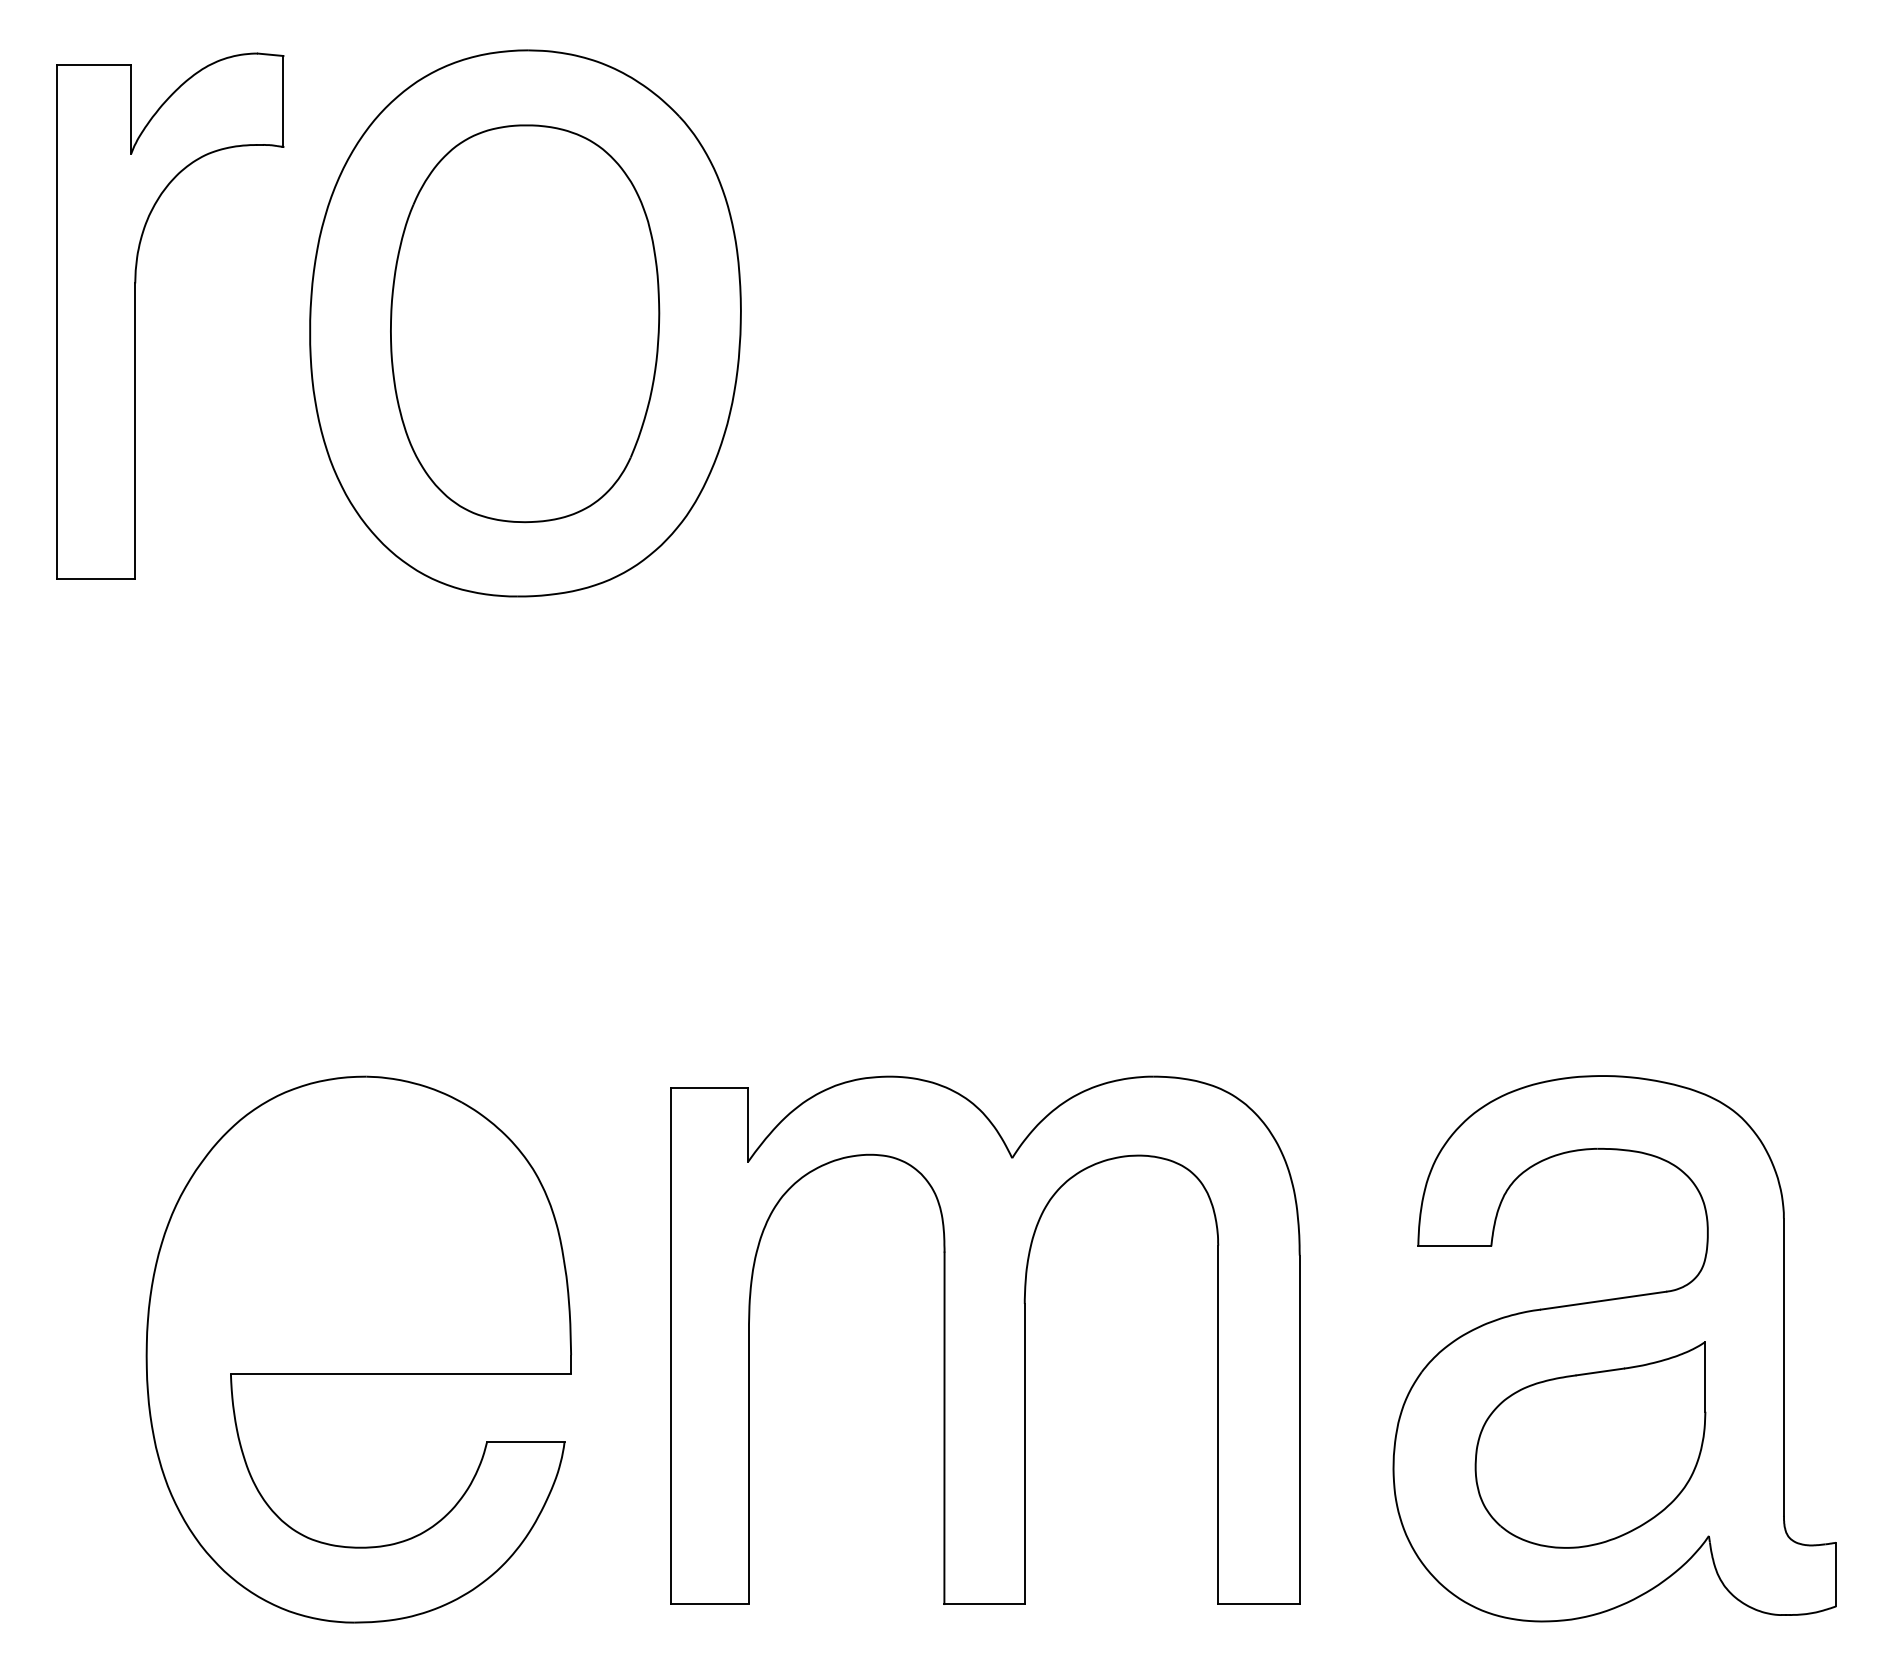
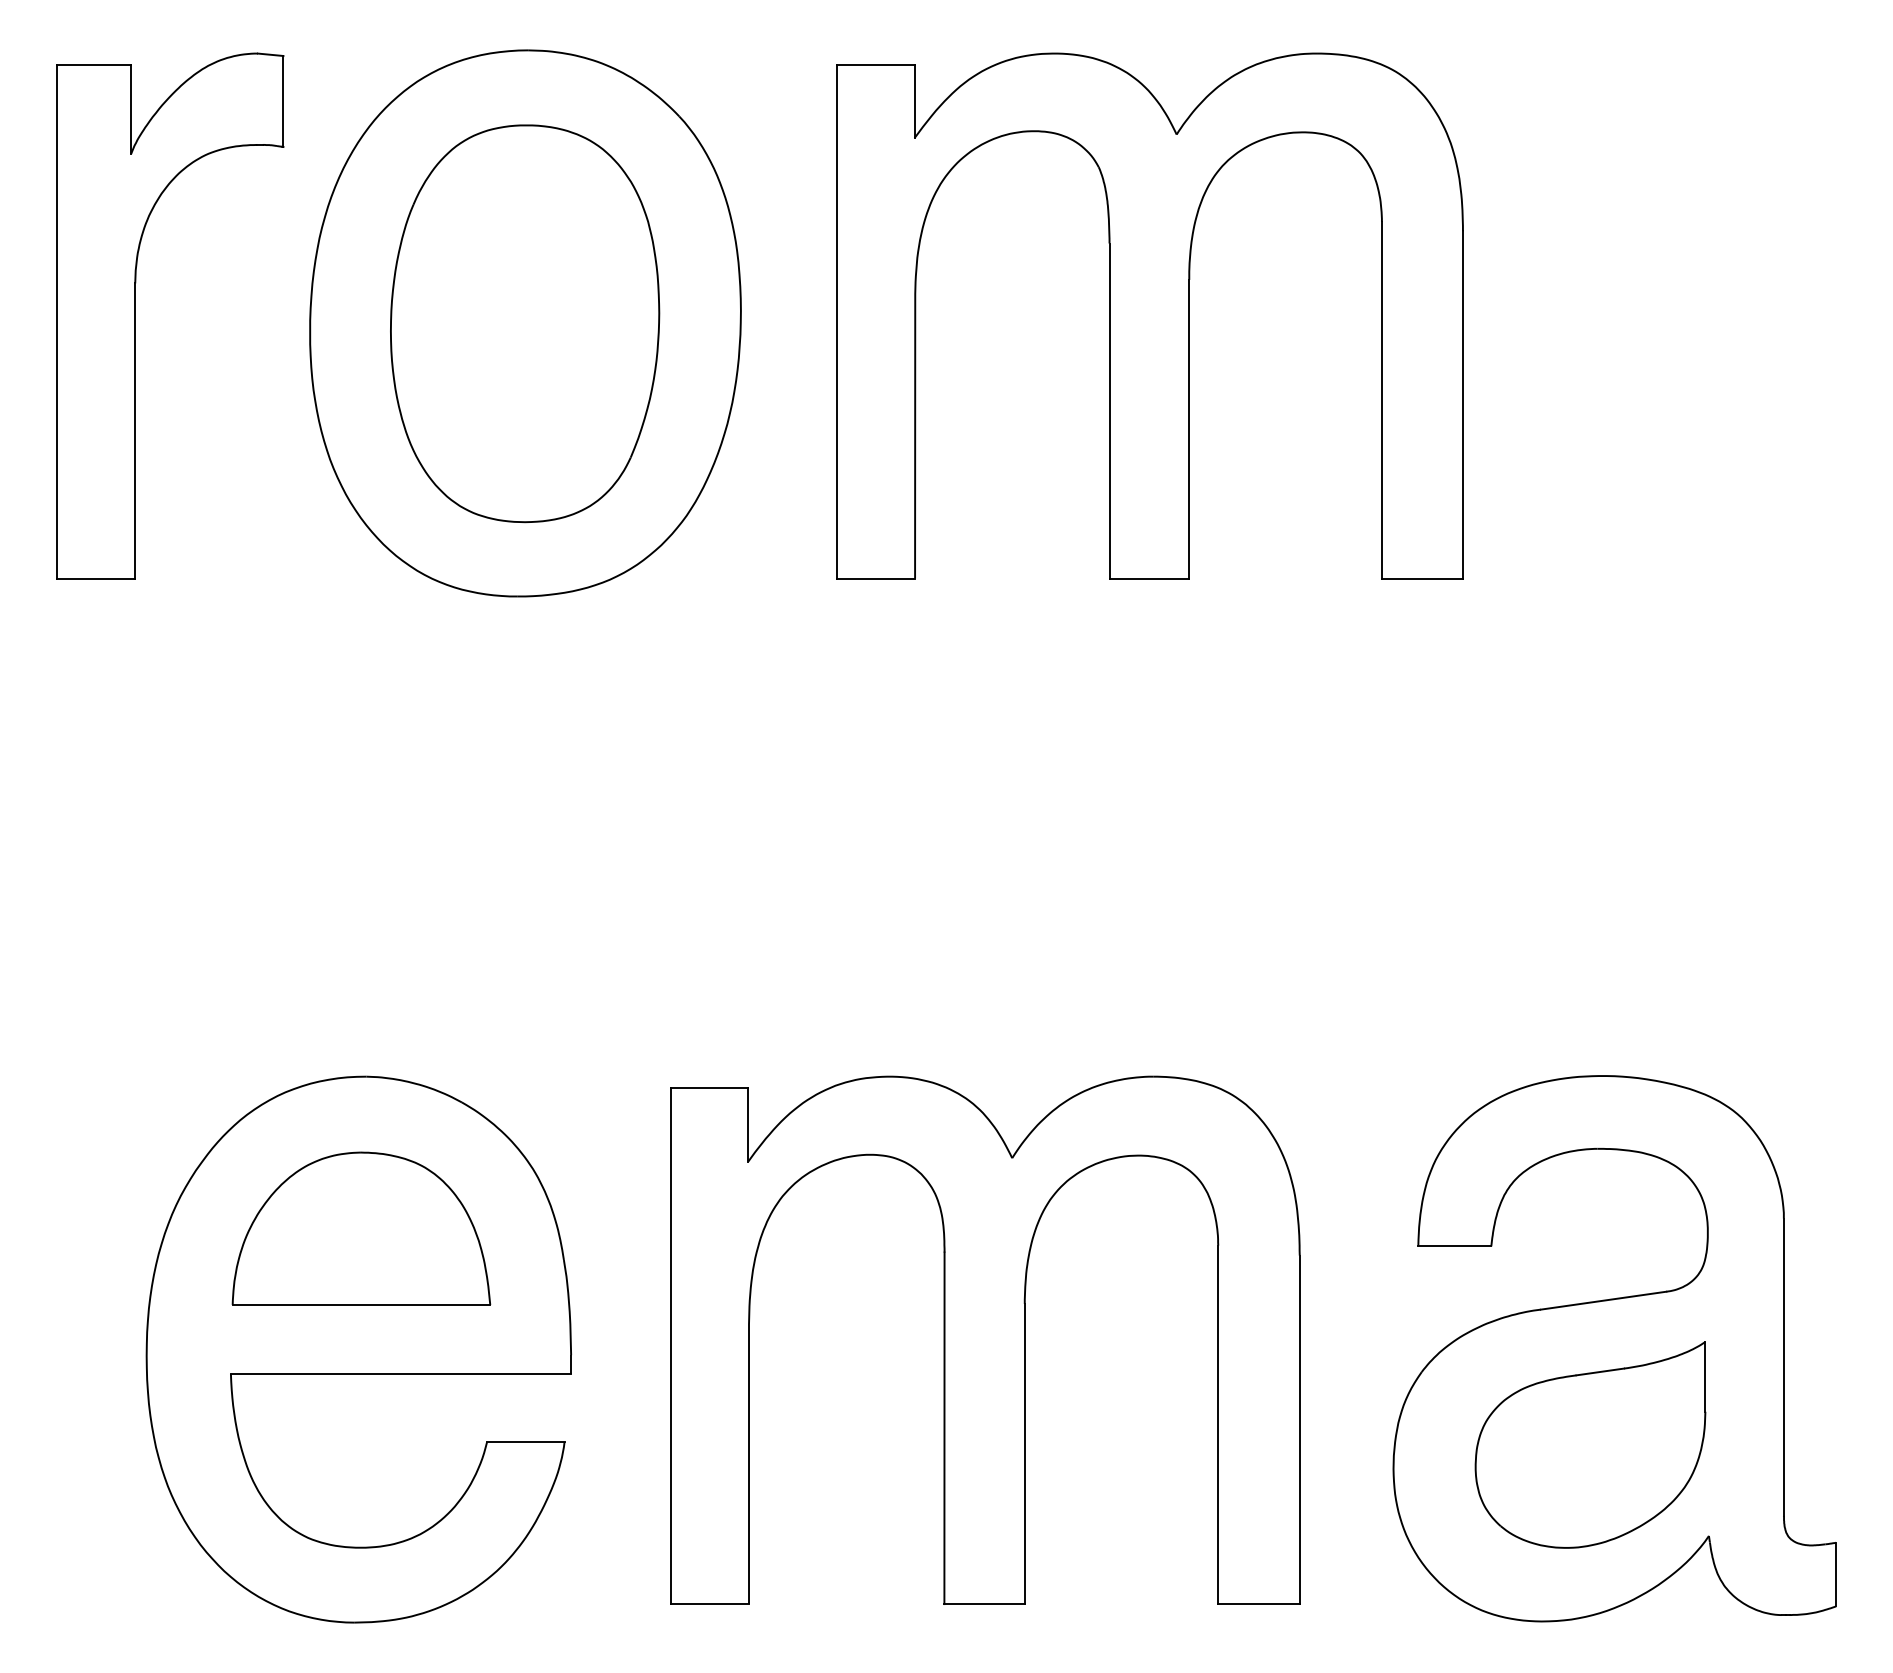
part at (1149, 315): none -> present
part at (361, 1228): none -> present
